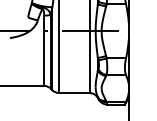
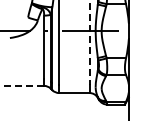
line at (89, 43): solid -> dashed
line at (22, 85): solid -> dashed
